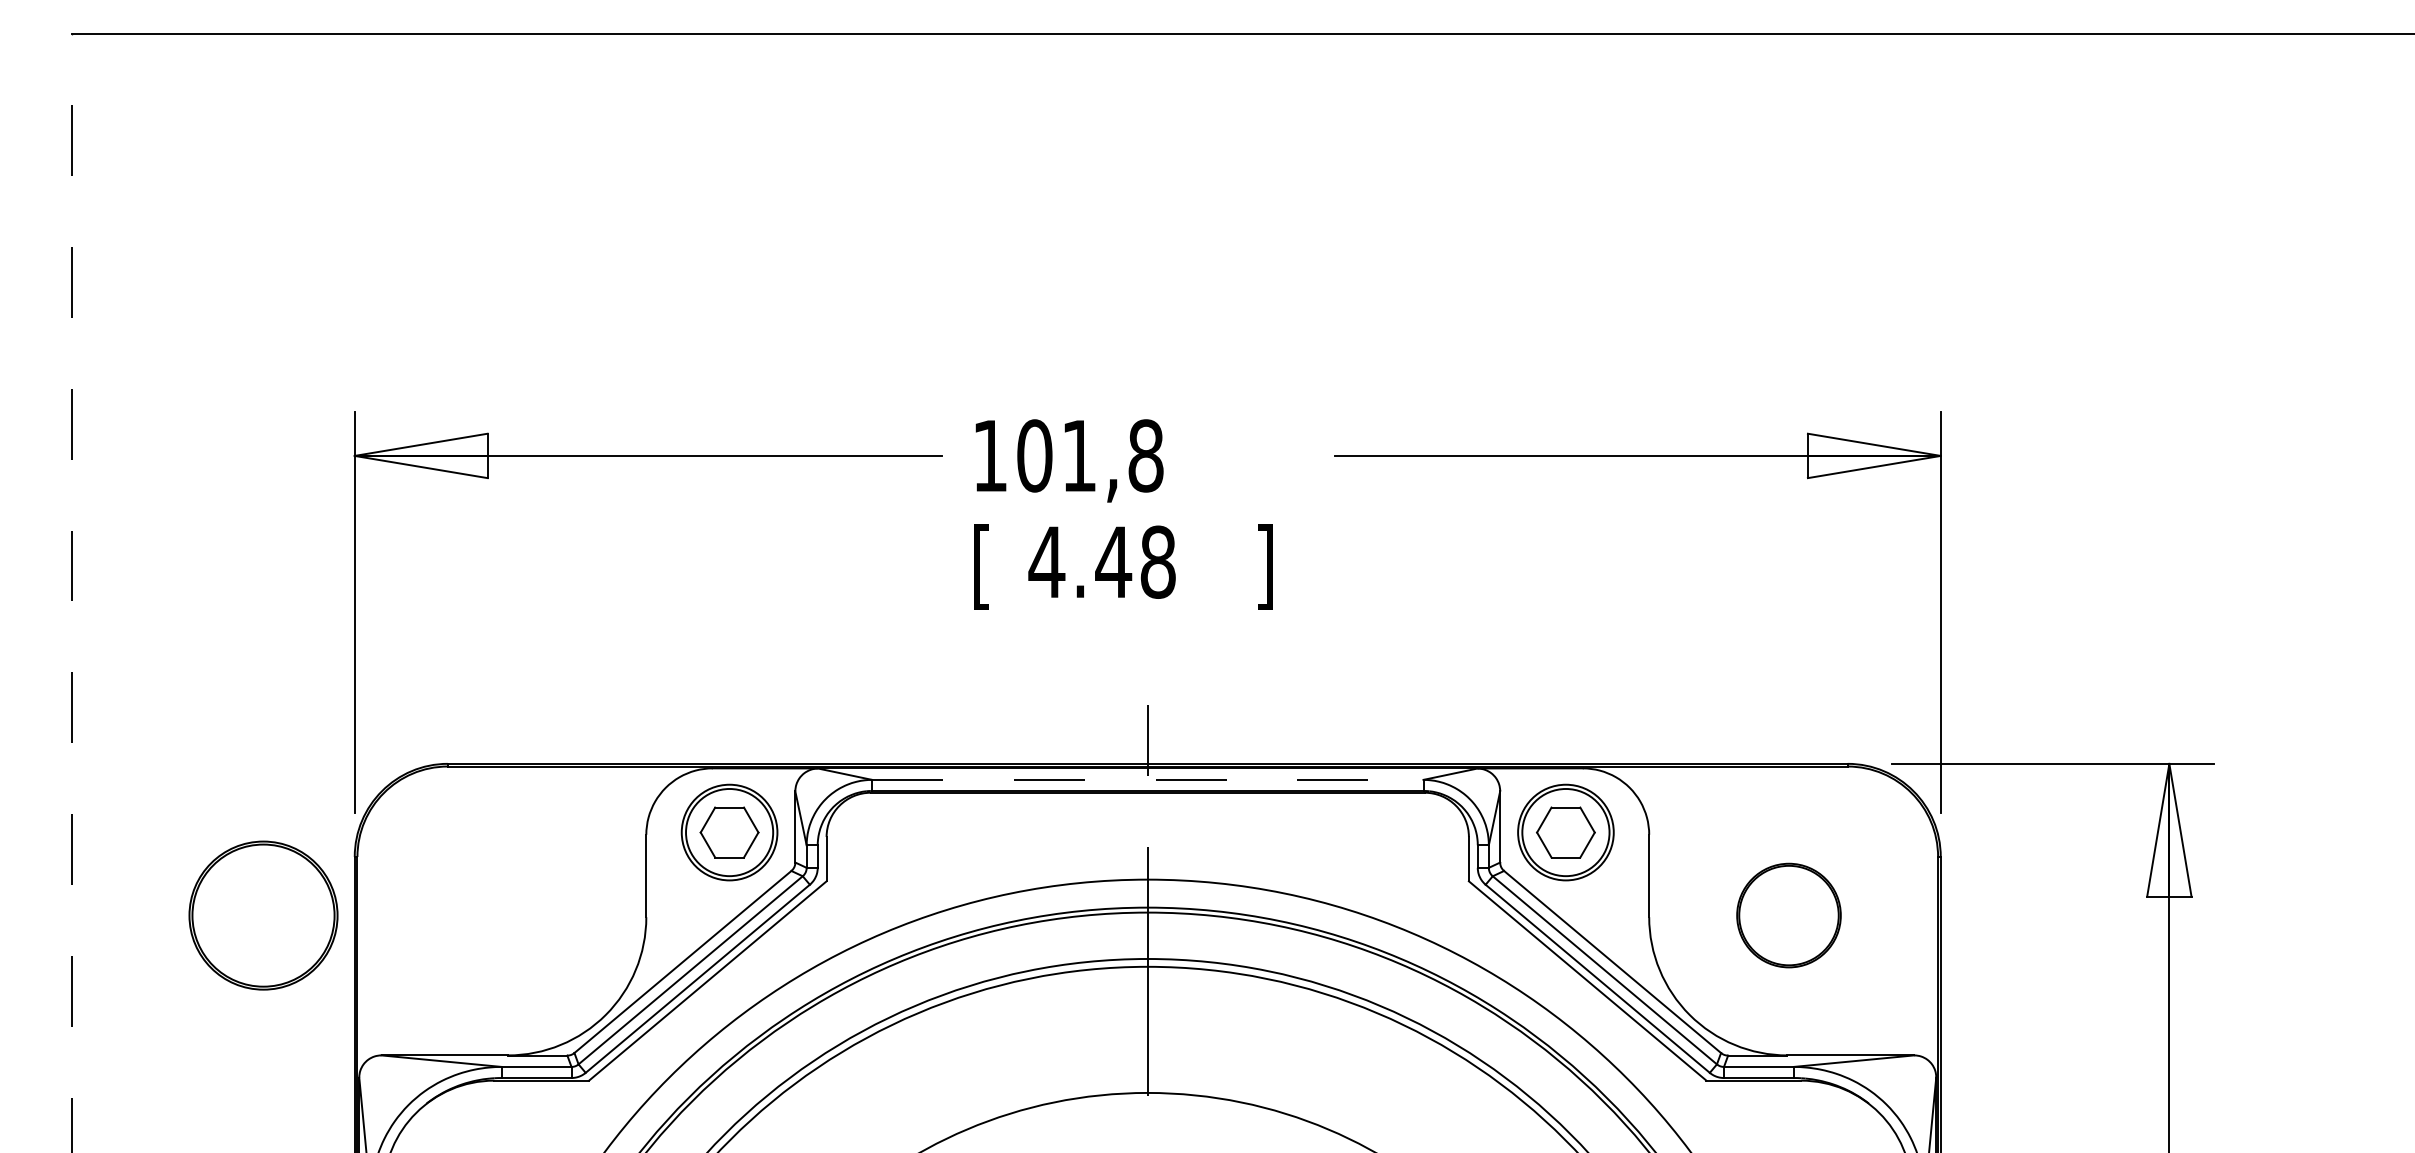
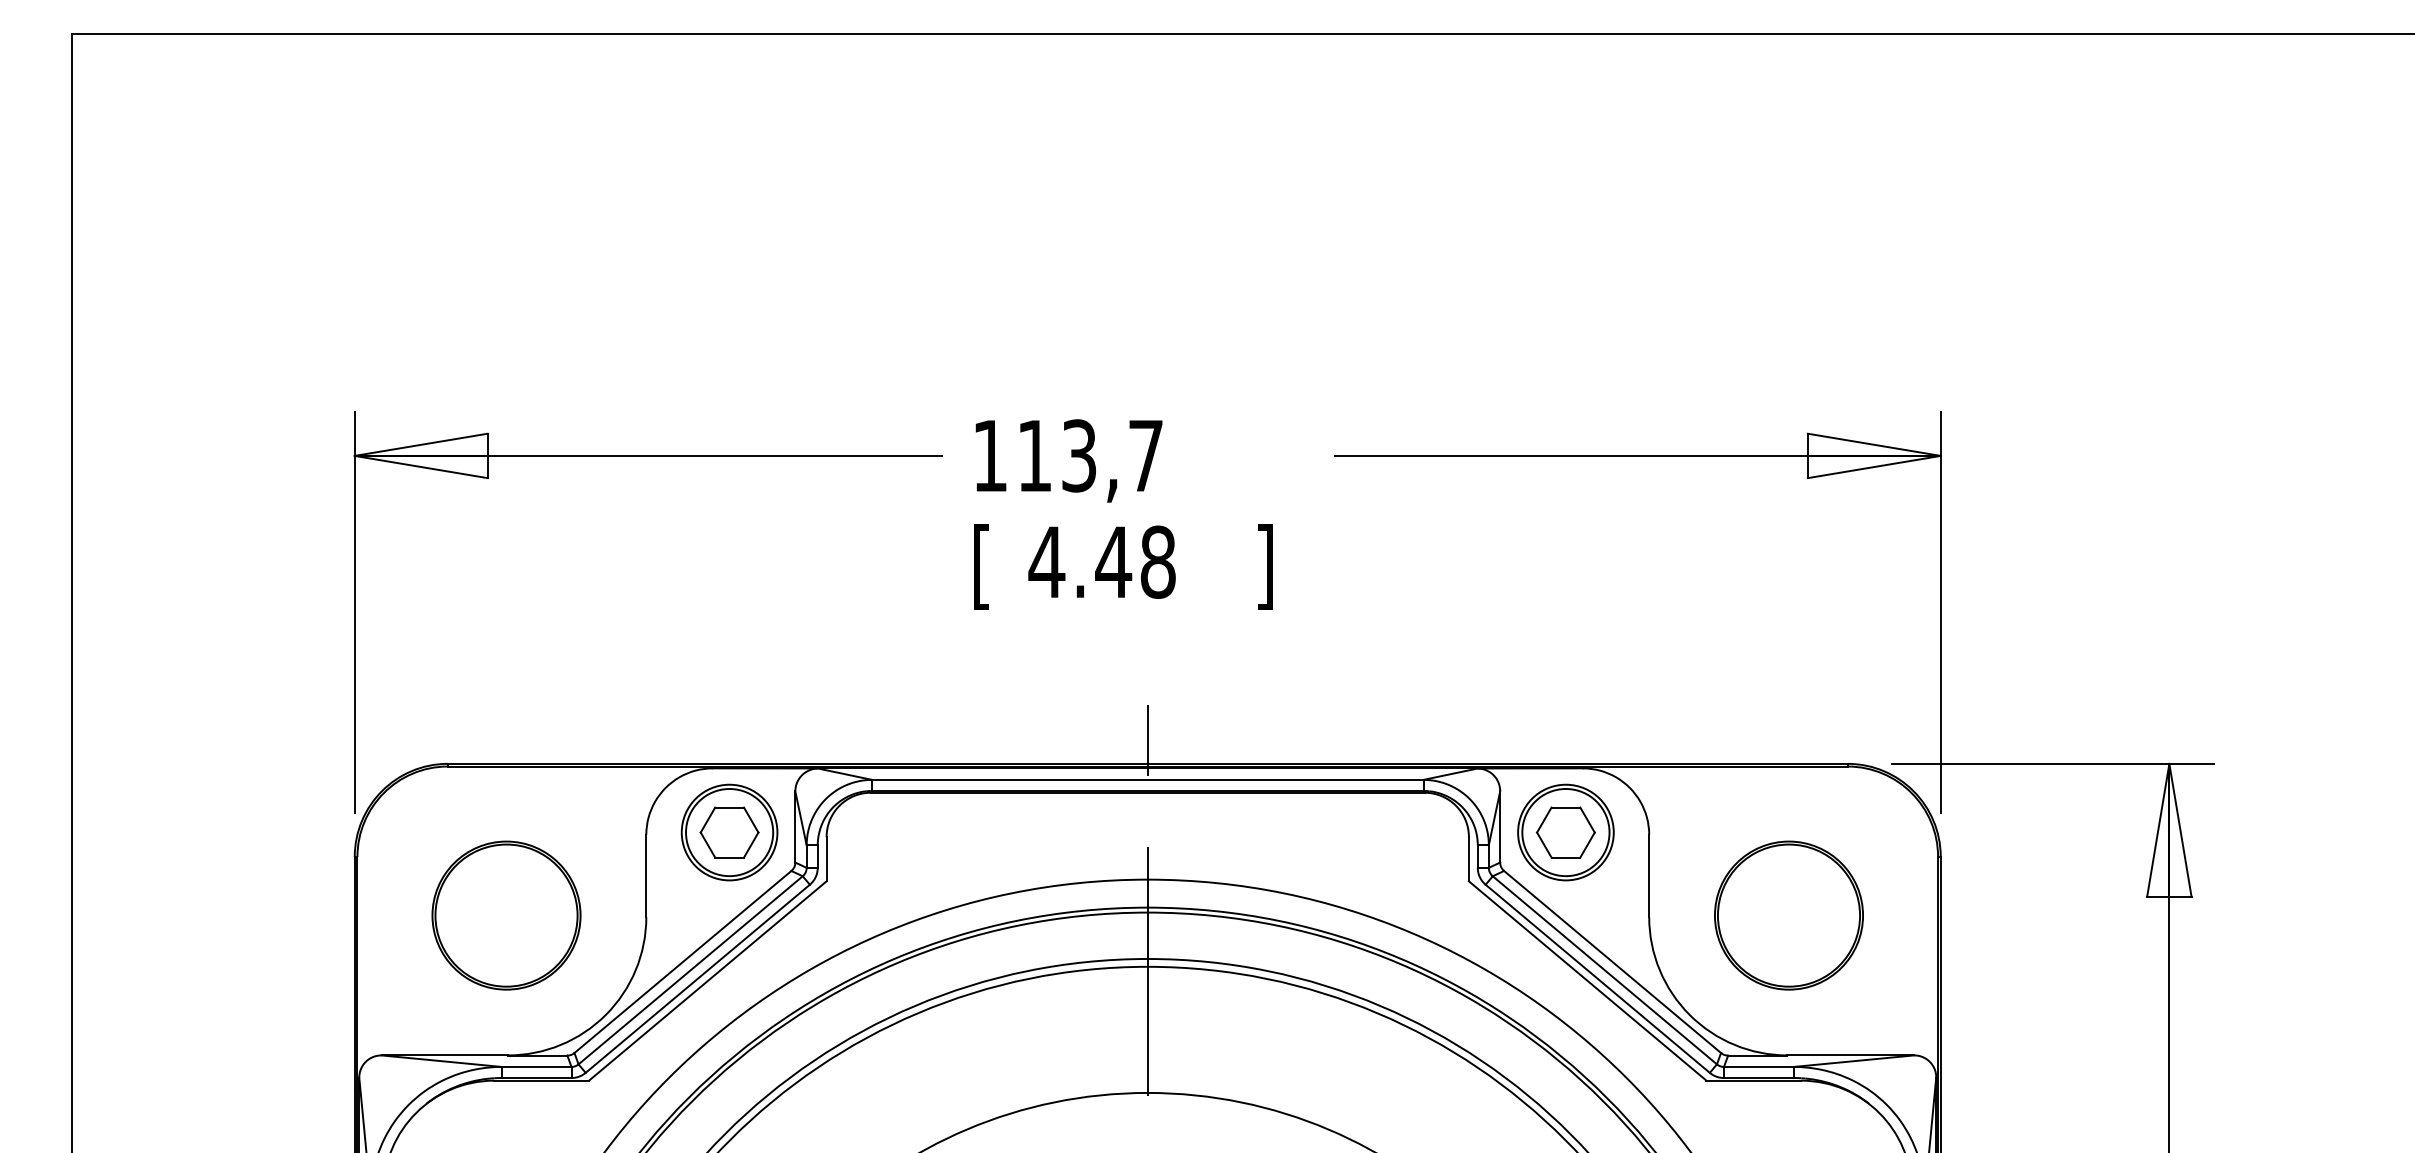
text at (1090, 455): 101,8 -> 113,7
line at (72, 593): dashed -> solid
line at (1147, 779): dashed -> solid
part at (263, 915) position: (263, 915) -> (506, 915)
part at (1788, 915) size: 106x107 px -> 150x151 px
